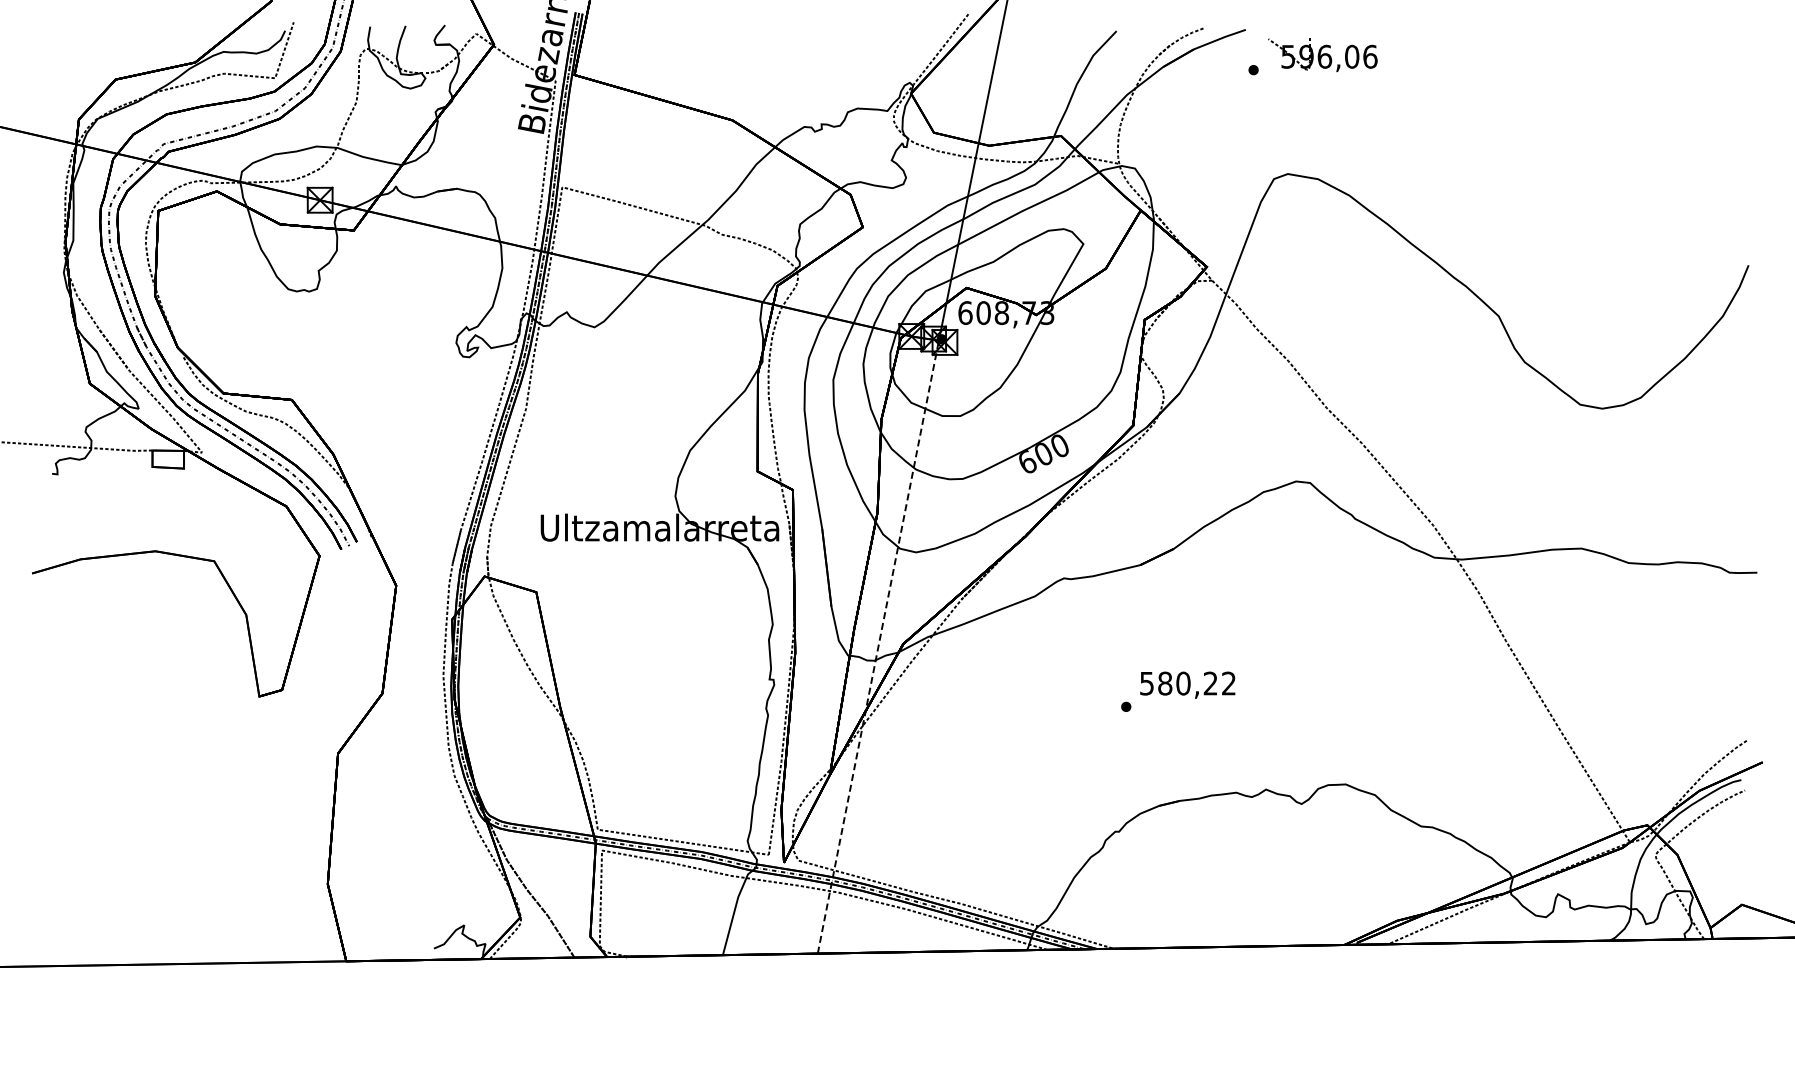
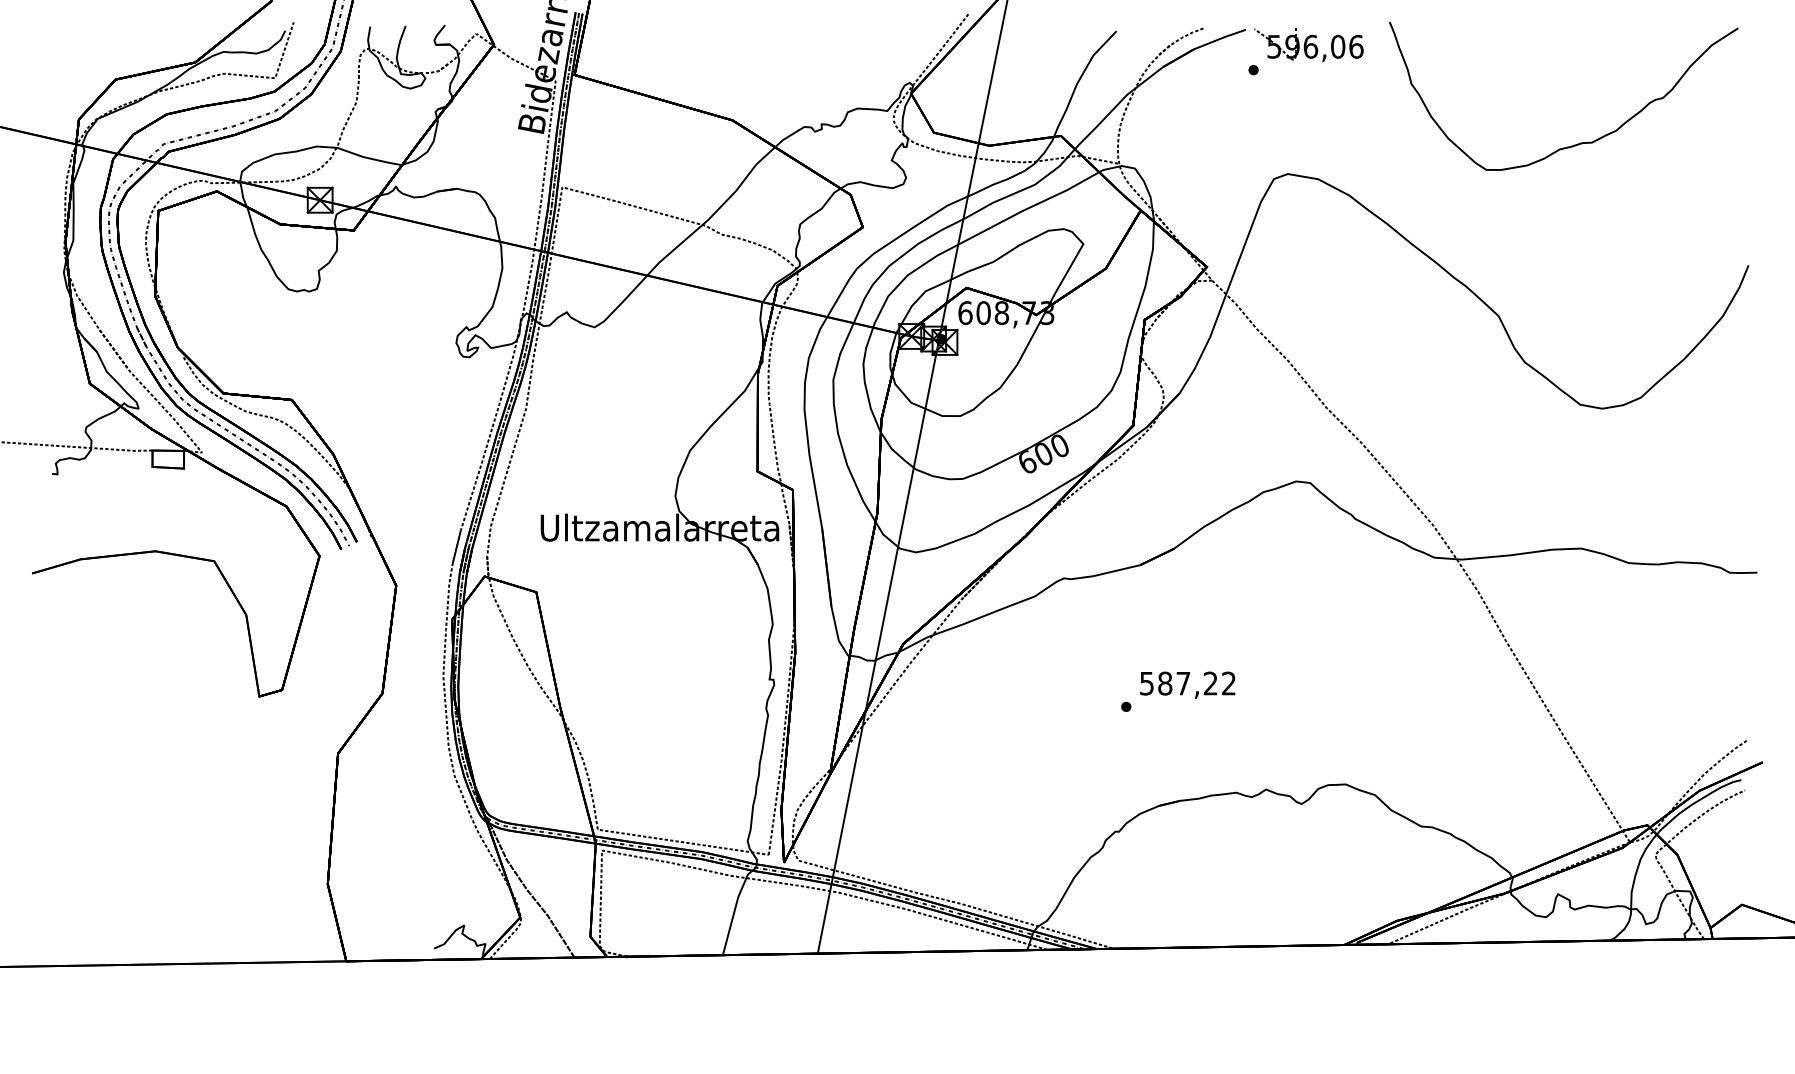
part at (1322, 55) position: (1322, 55) -> (1308, 45)
curve at (1580, 142): none -> present
line at (878, 646): dashed -> solid
text at (1183, 683): 580,22 -> 587,22
